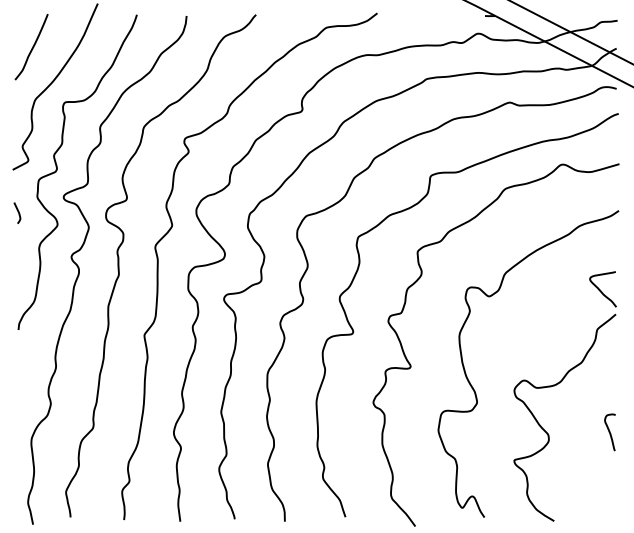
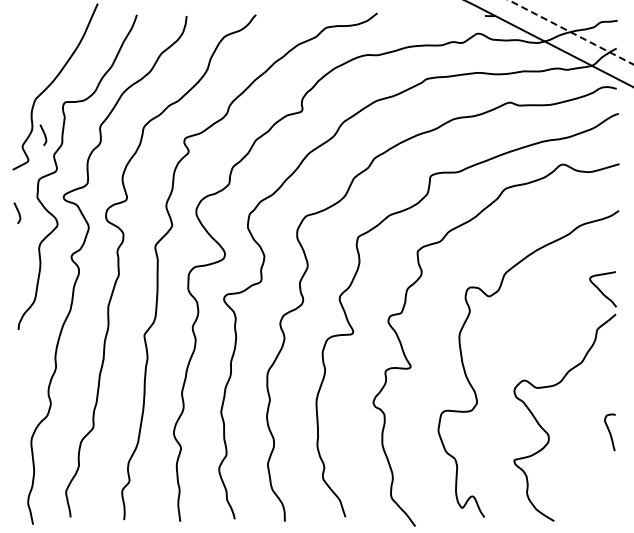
line at (571, 32): solid -> dashed
curve at (32, 47): present -> none
curve at (43, 134): none -> present
